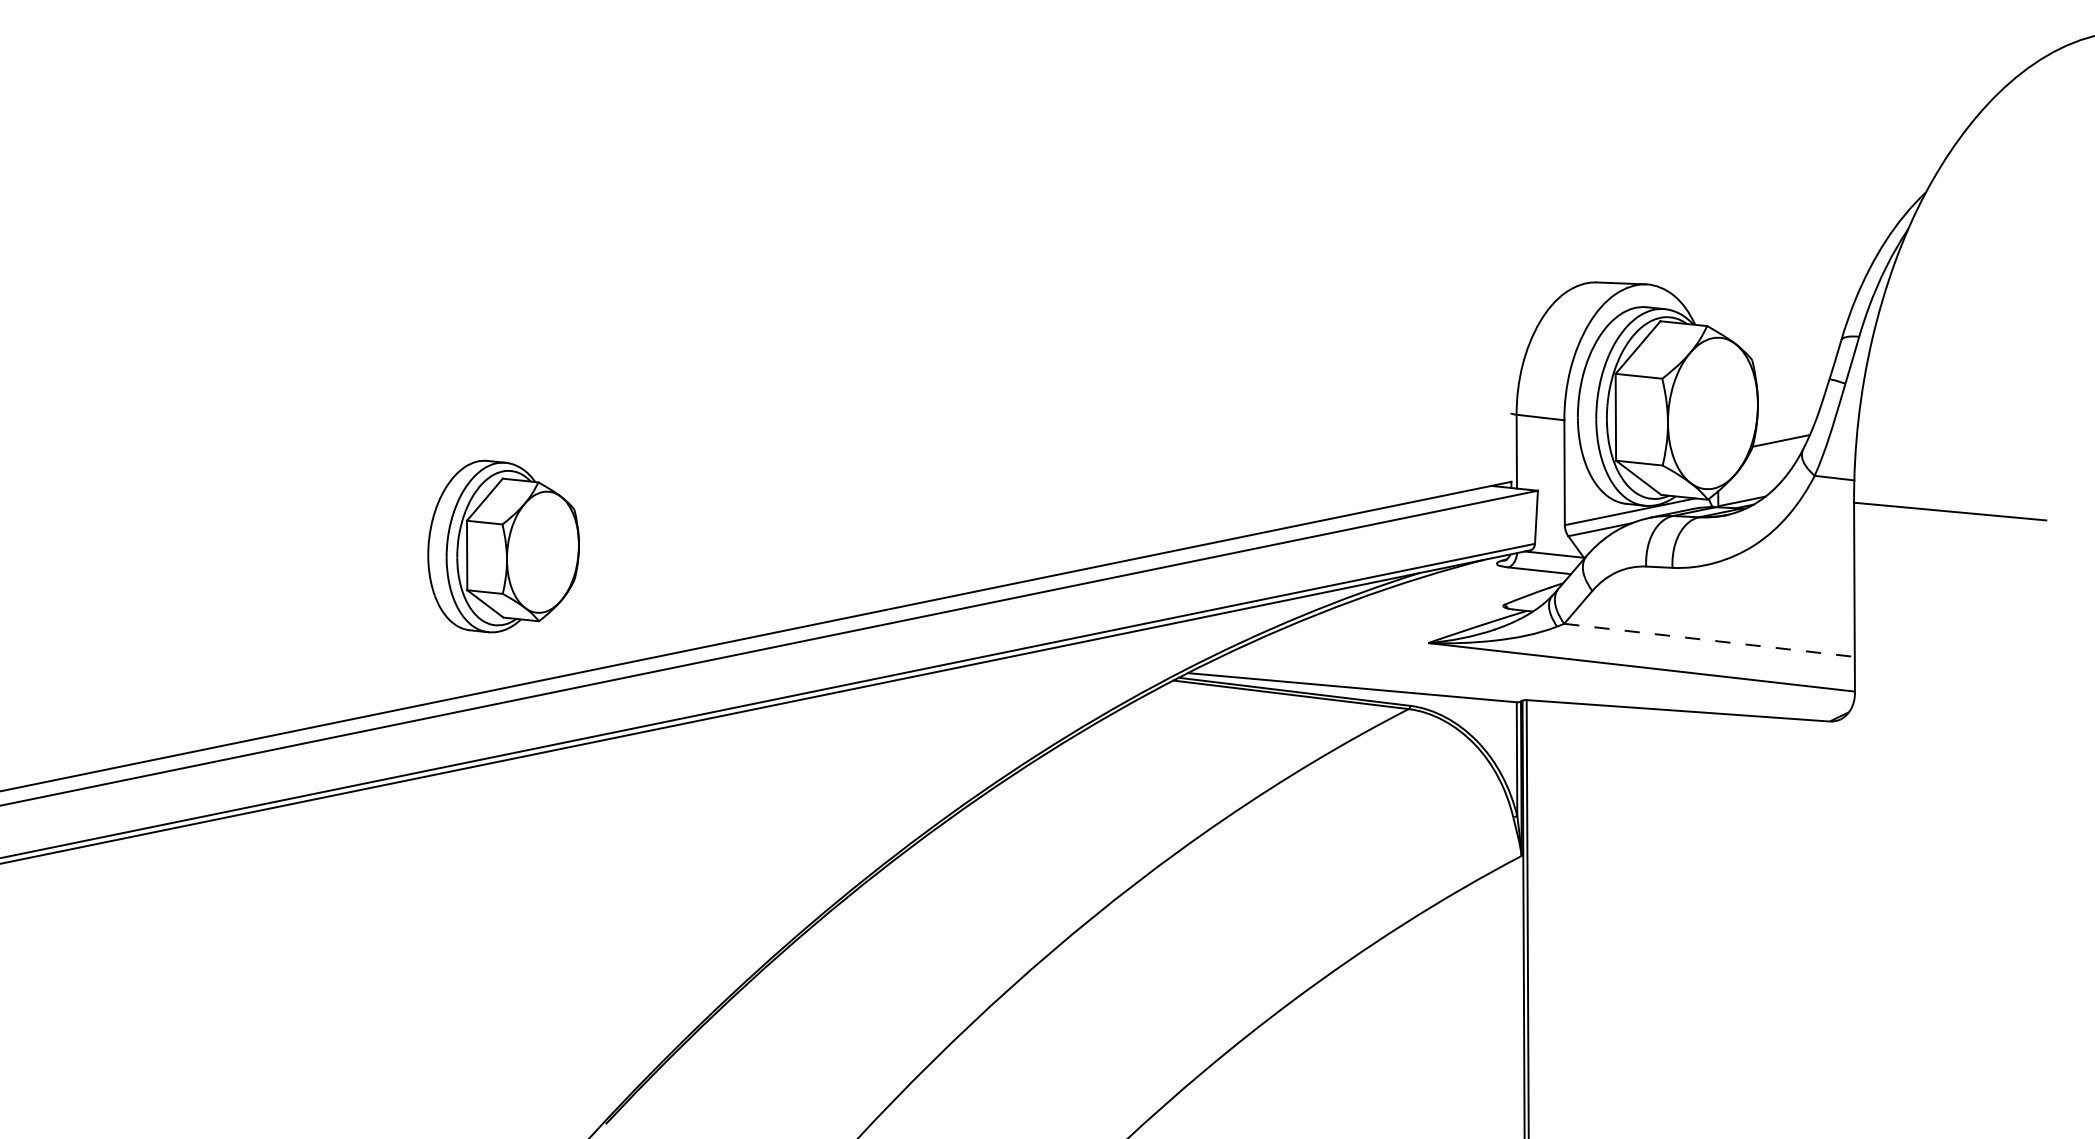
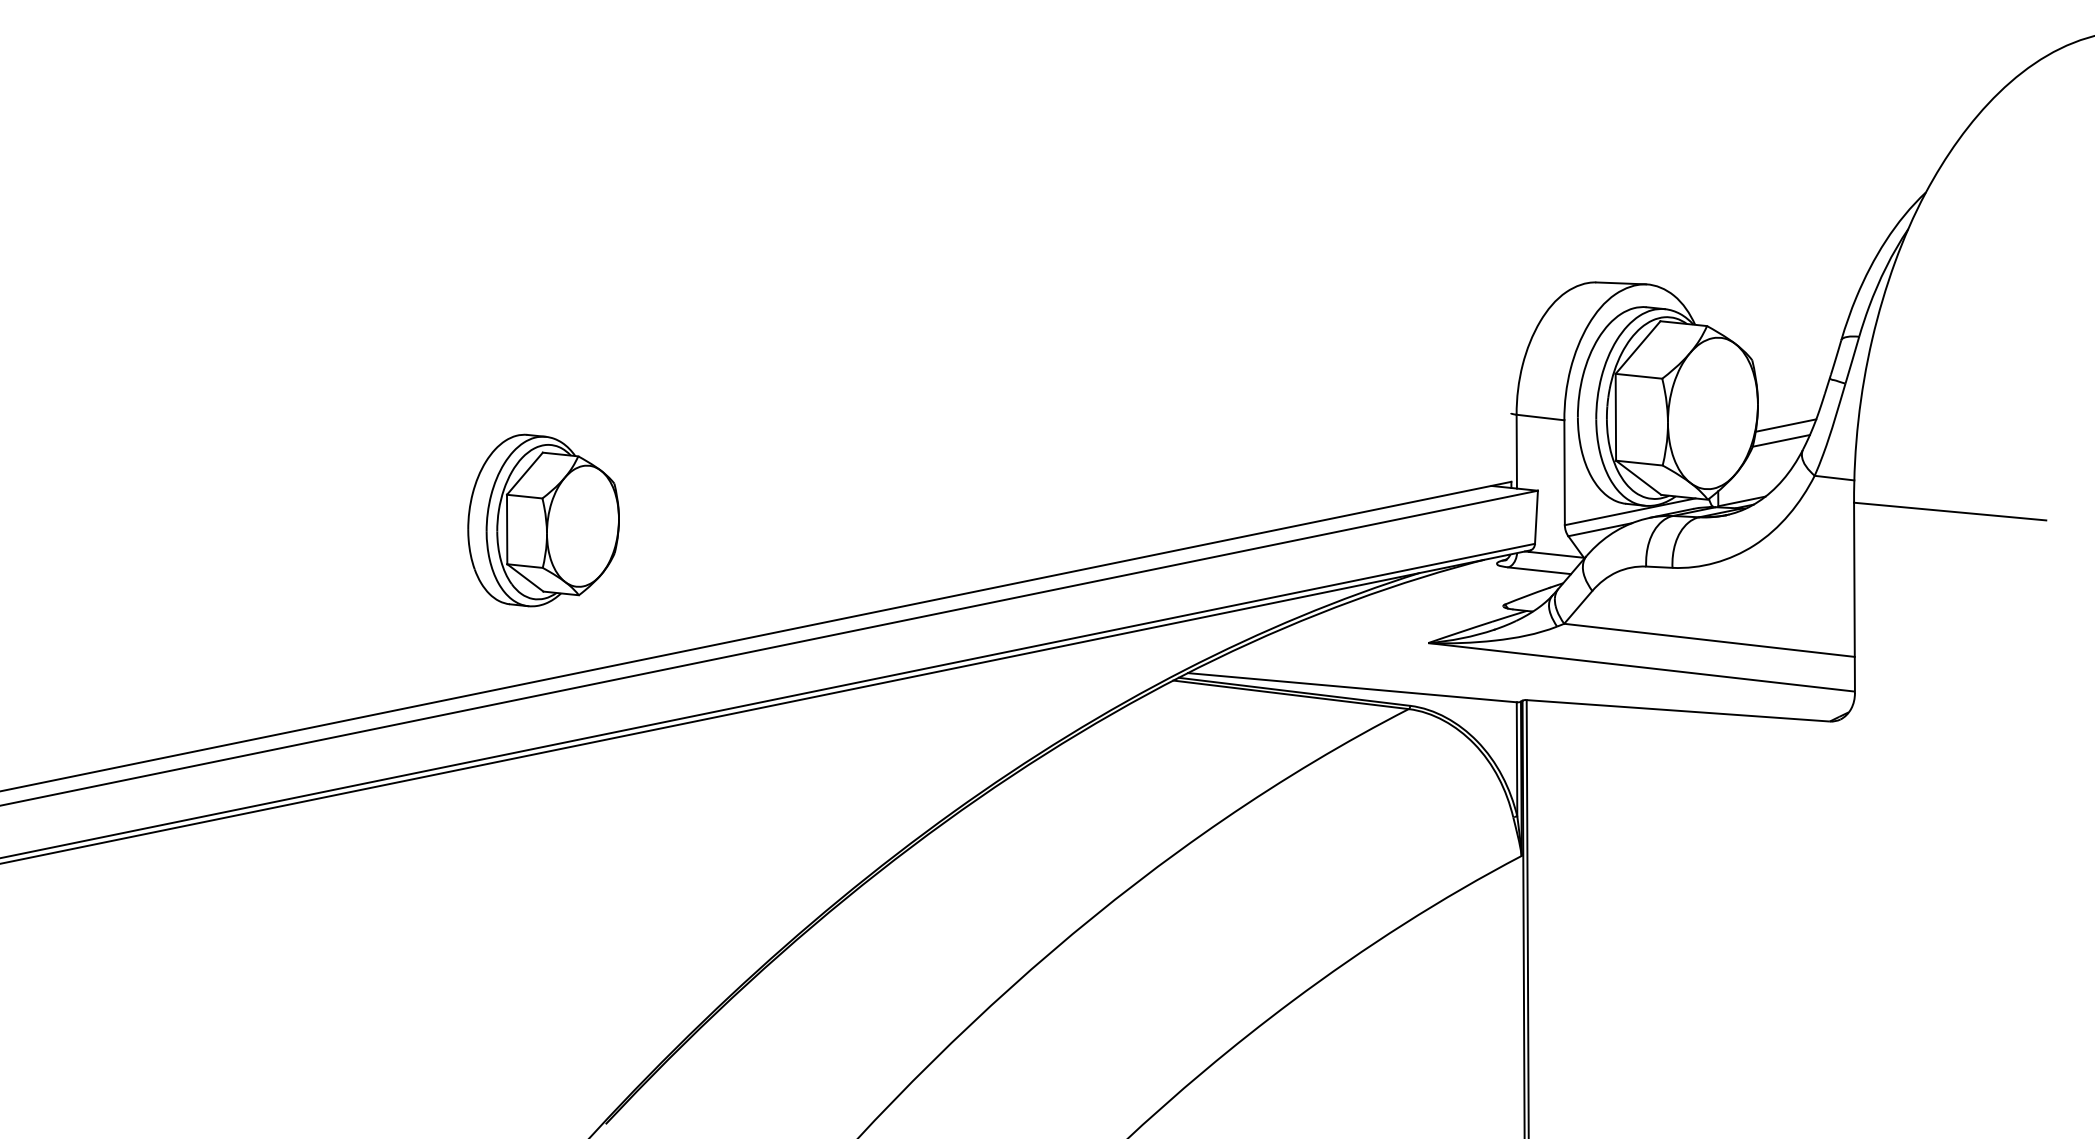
line at (1785, 425): none -> present
part at (503, 546) position: (503, 546) -> (543, 520)
line at (1710, 640): dashed -> solid
